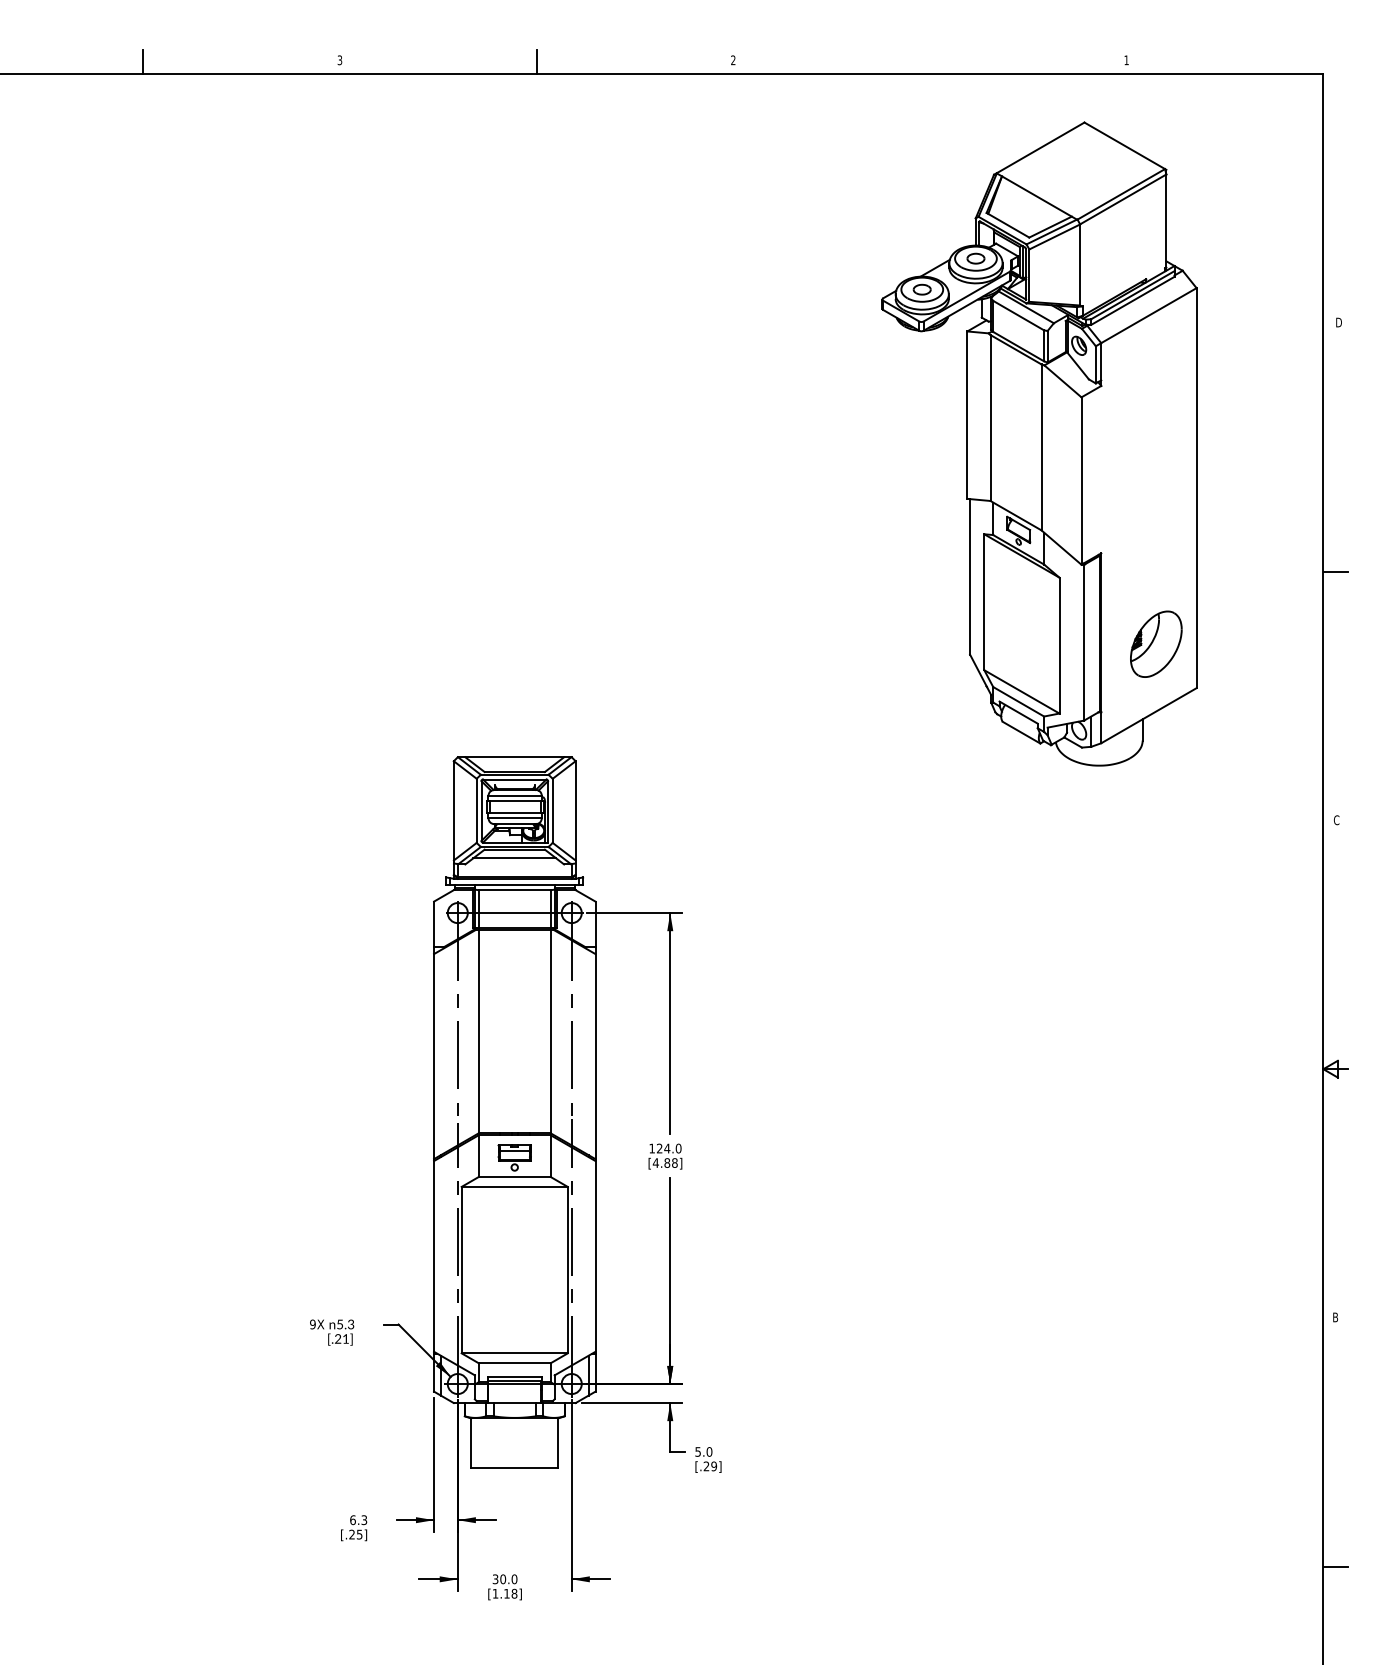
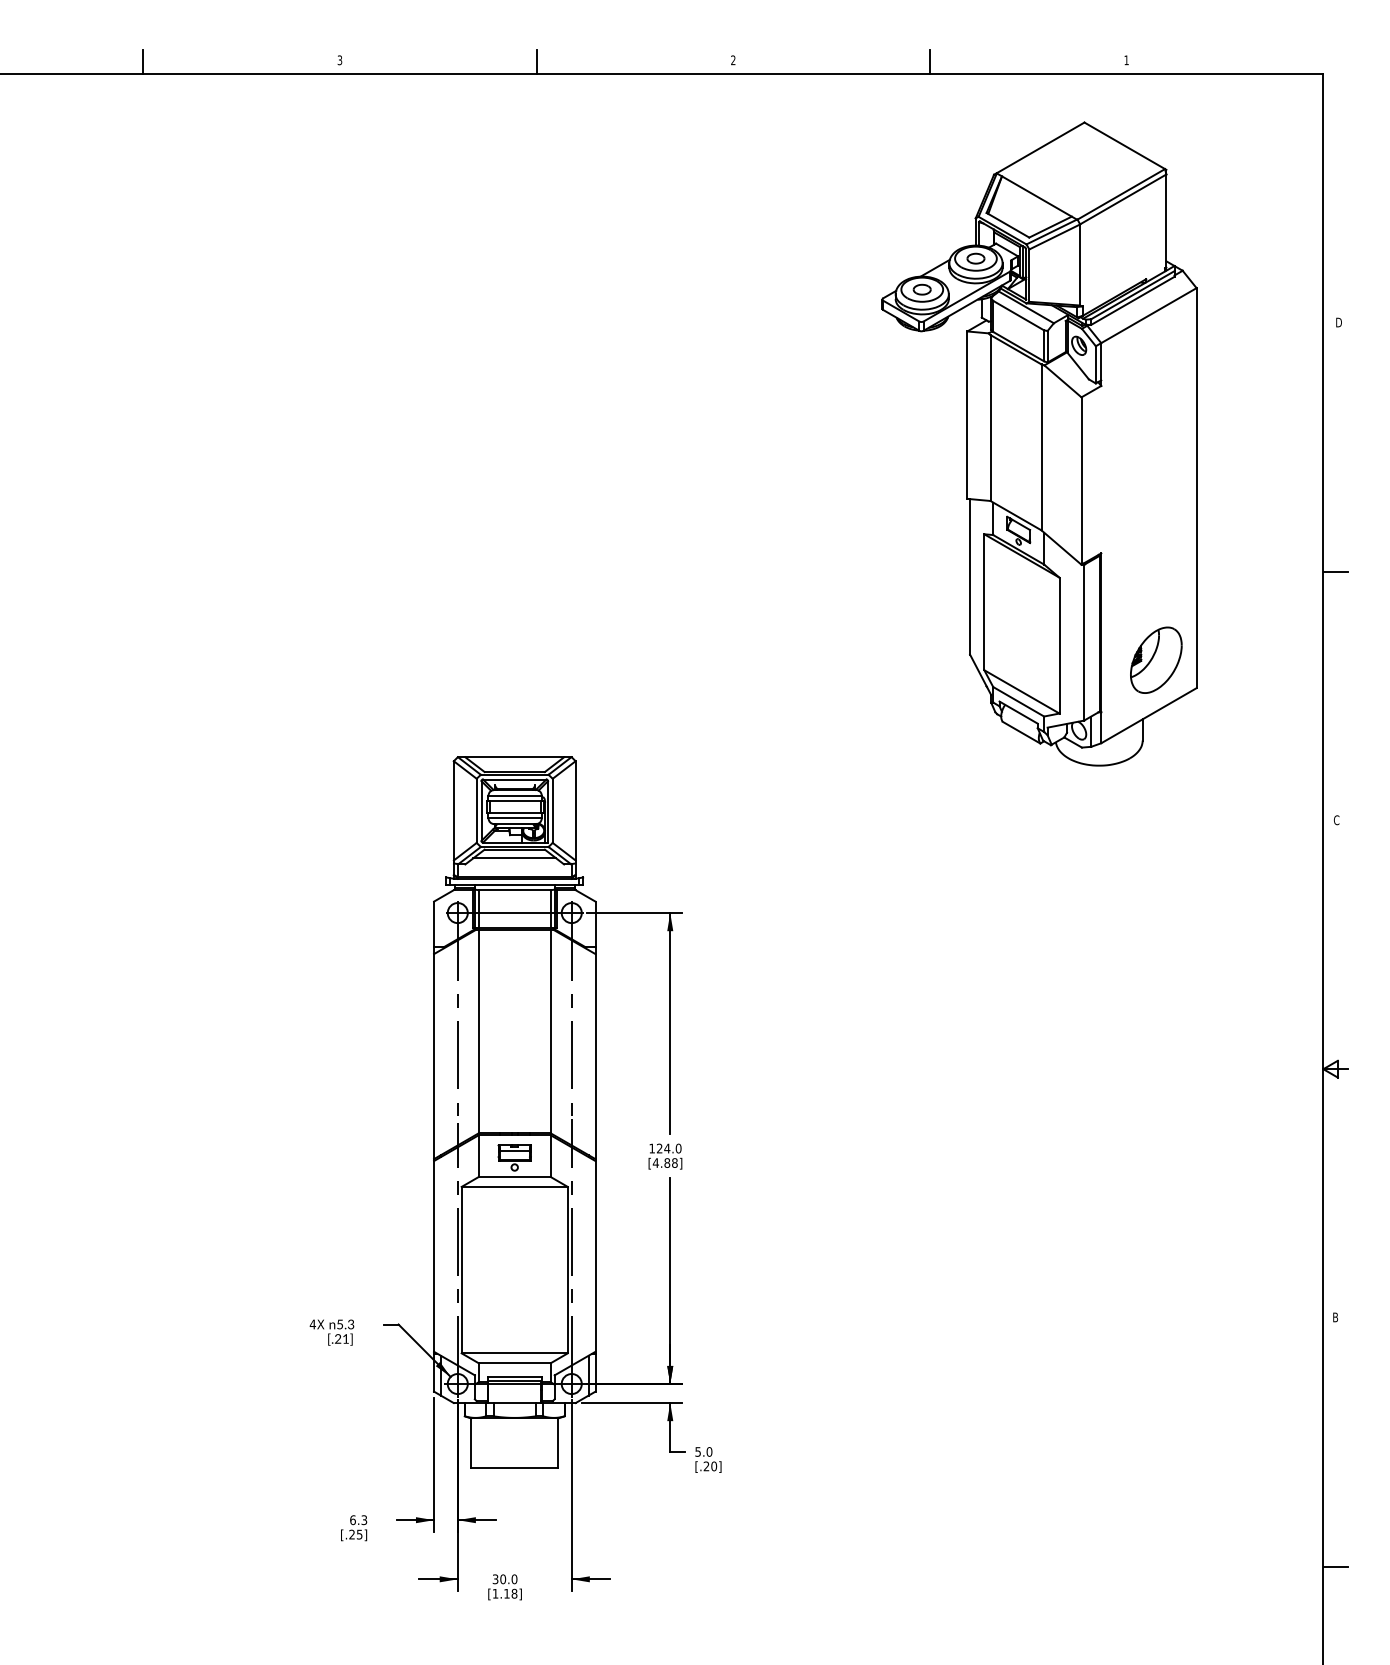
line at (930, 62): none -> present
part at (1156, 643) position: (1156, 643) -> (1156, 659)
text at (312, 1324): 9X -> 4X
text at (713, 1466): [.29] -> [.20]
